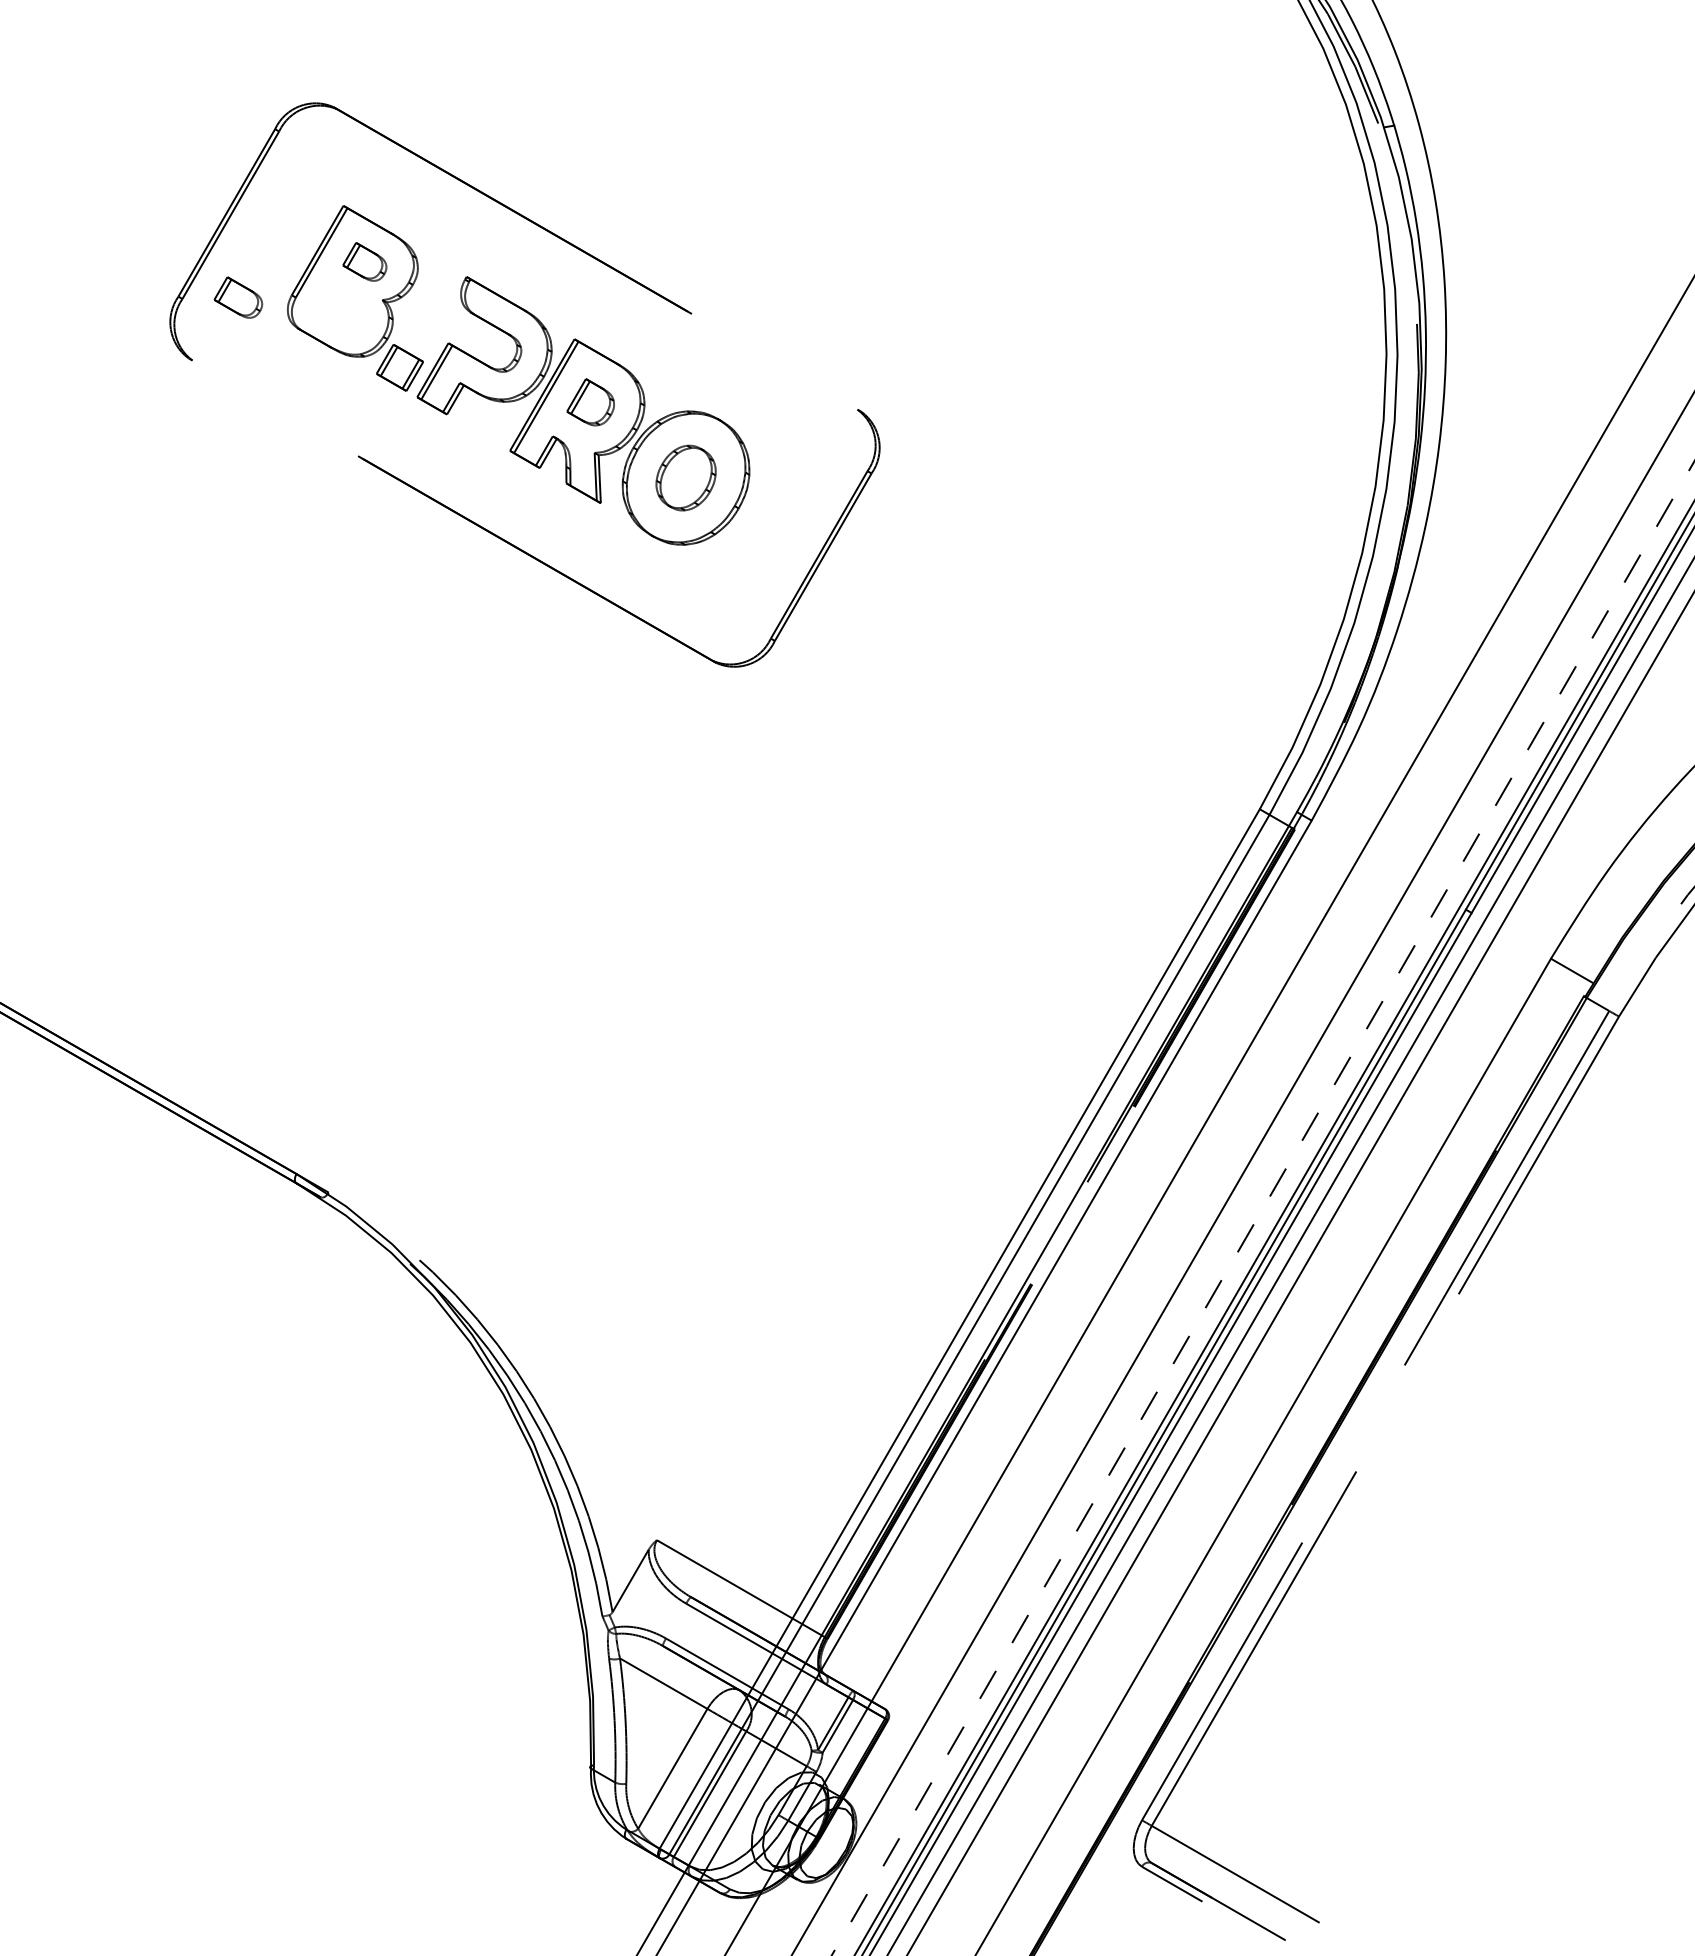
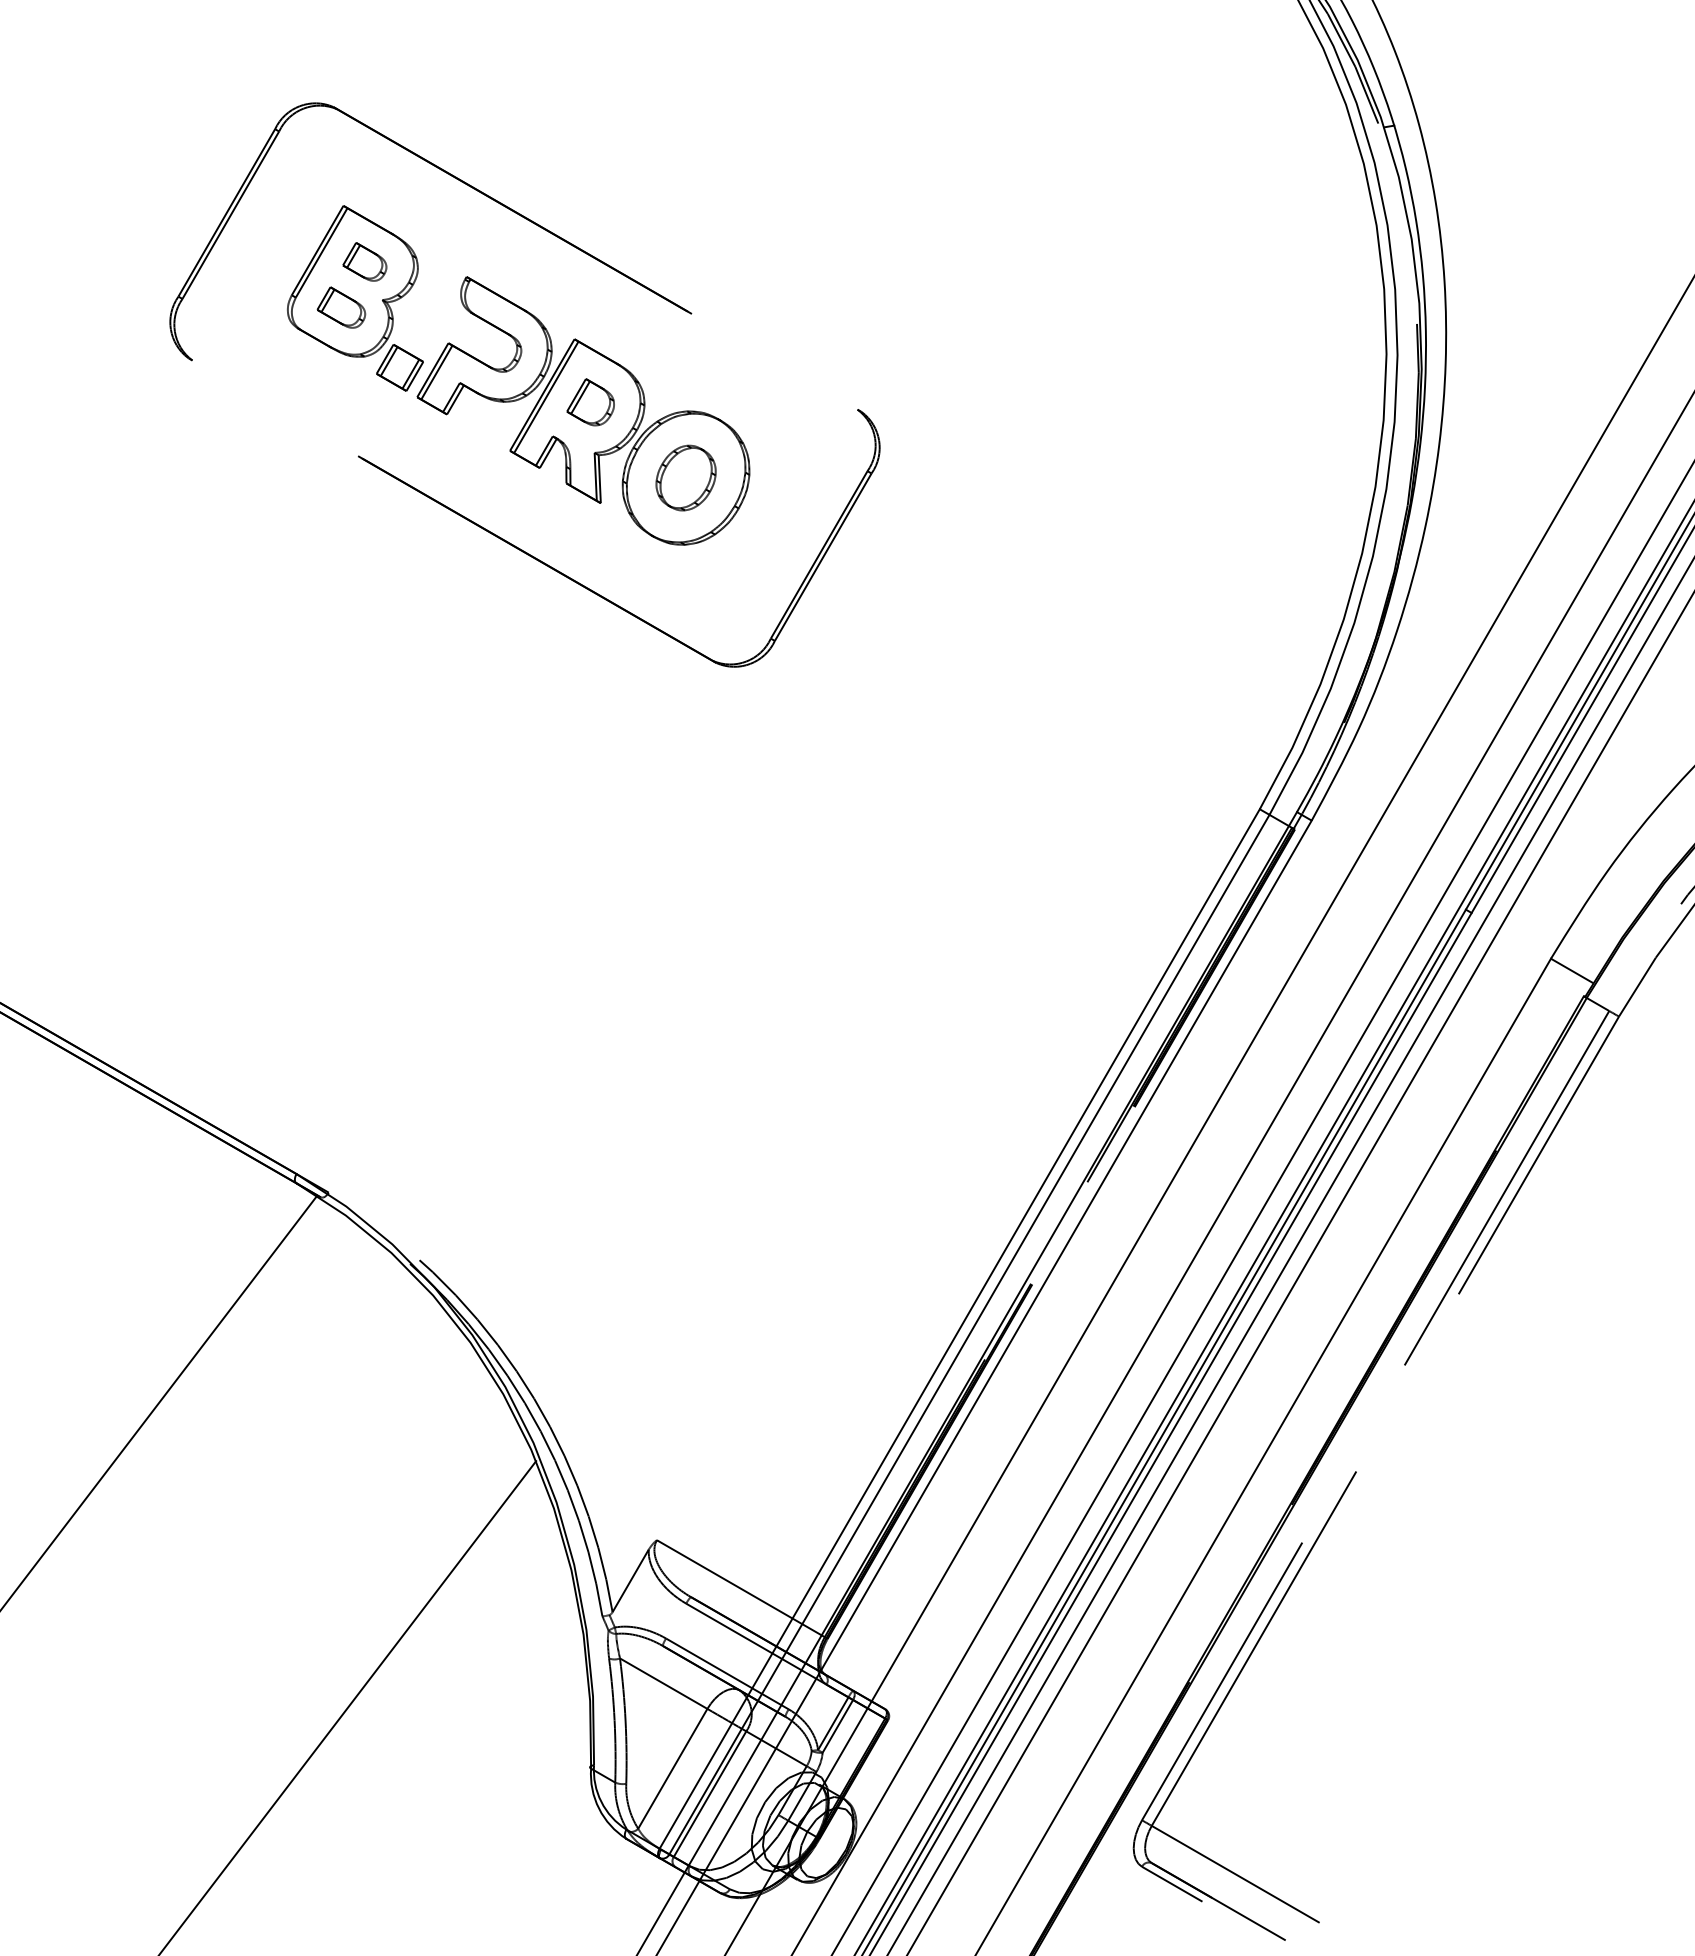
part at (238, 297) position: (238, 297) -> (341, 307)
line at (1263, 1208): dashed -> solid
line at (159, 1401): none -> present
line at (348, 1706): none -> present
